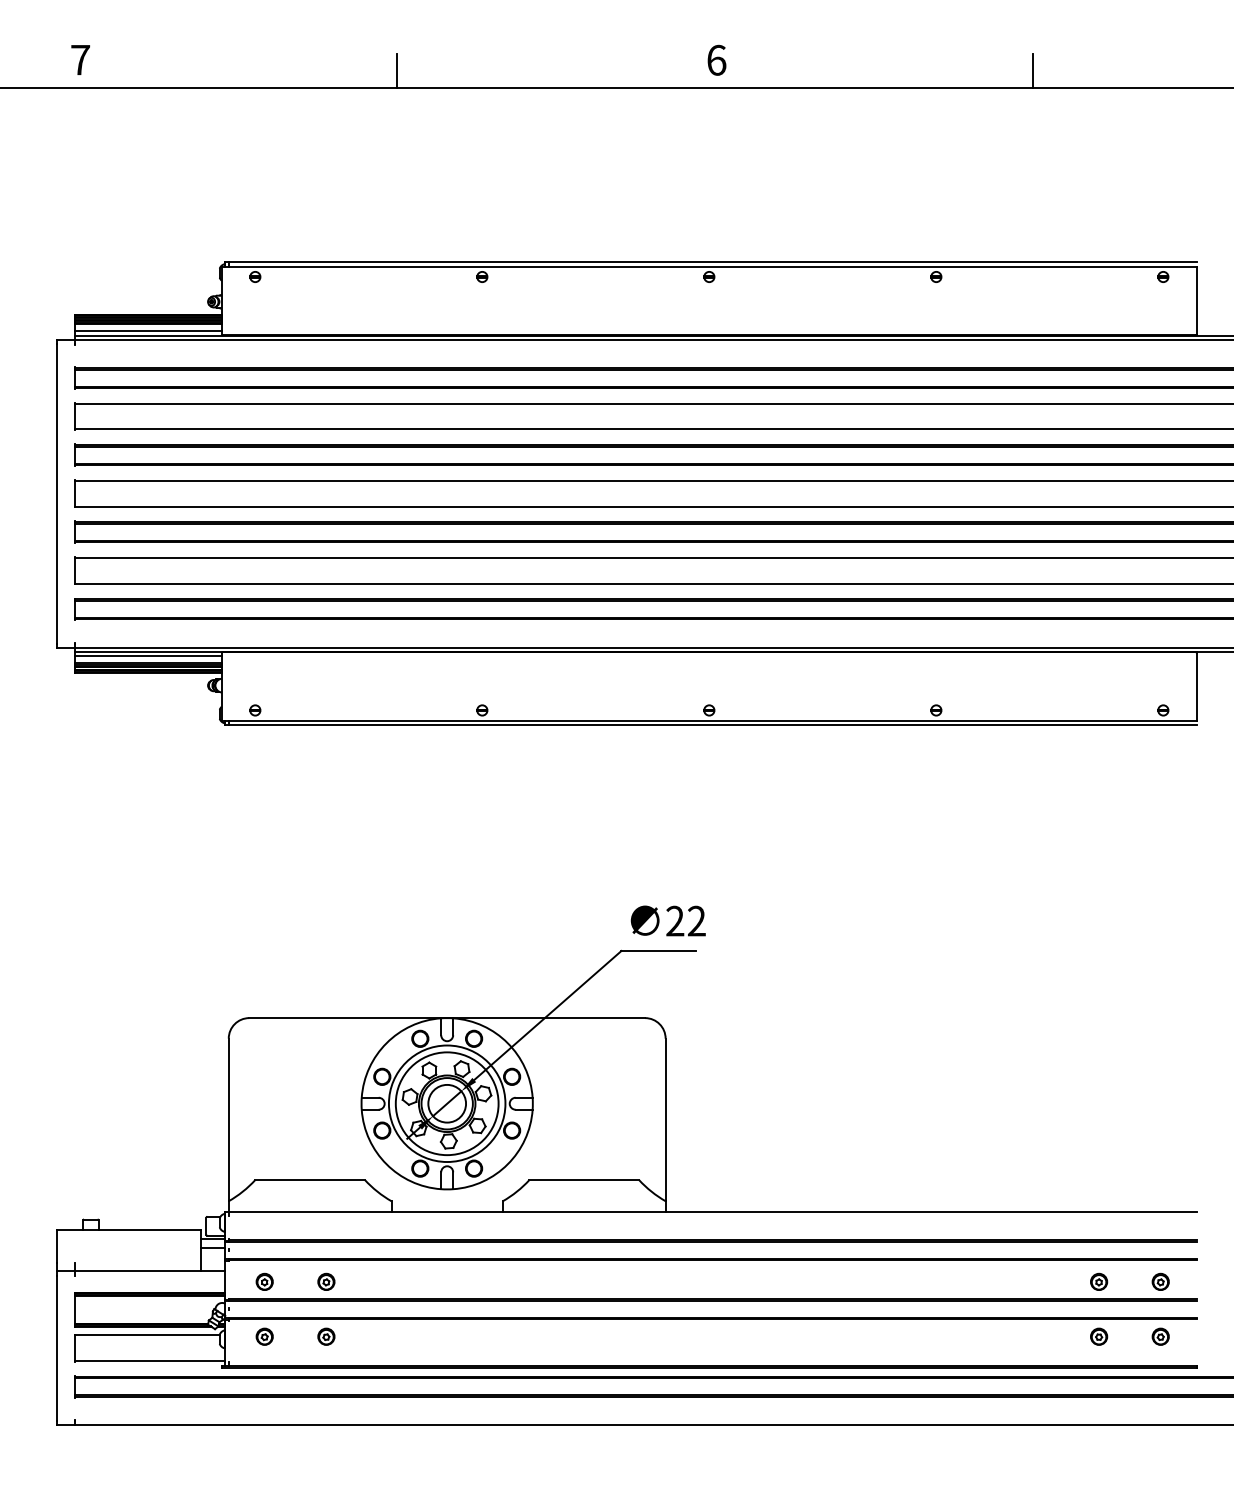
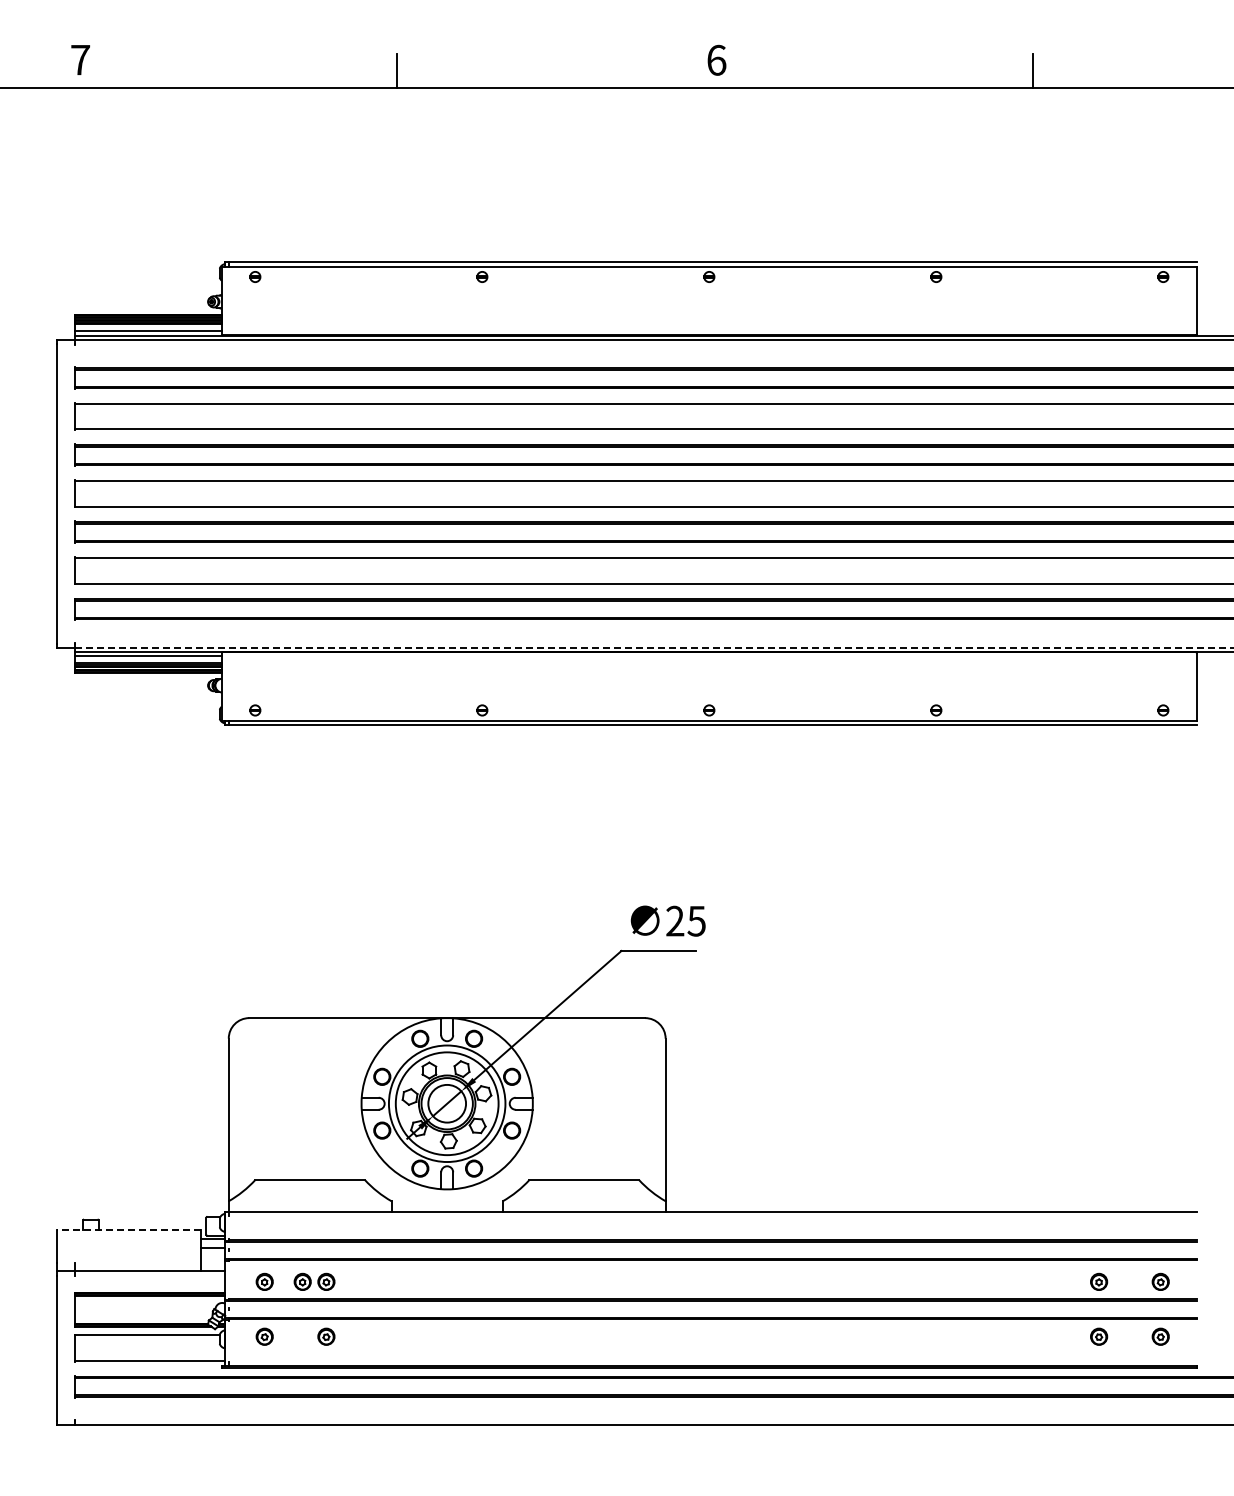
line at (654, 647): solid -> dashed
text at (696, 920): 22 -> 25
line at (129, 1229): solid -> dashed
part at (302, 1281): none -> present
